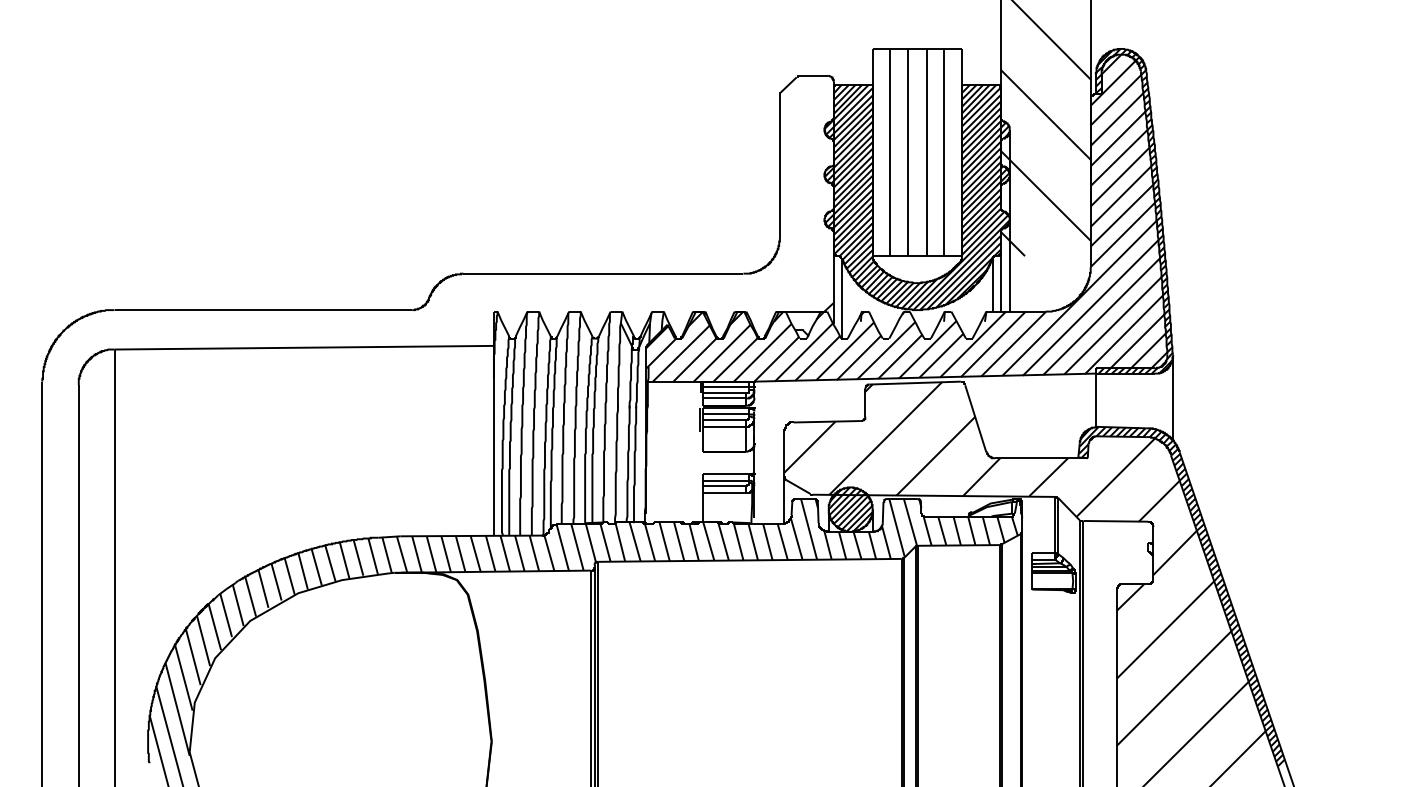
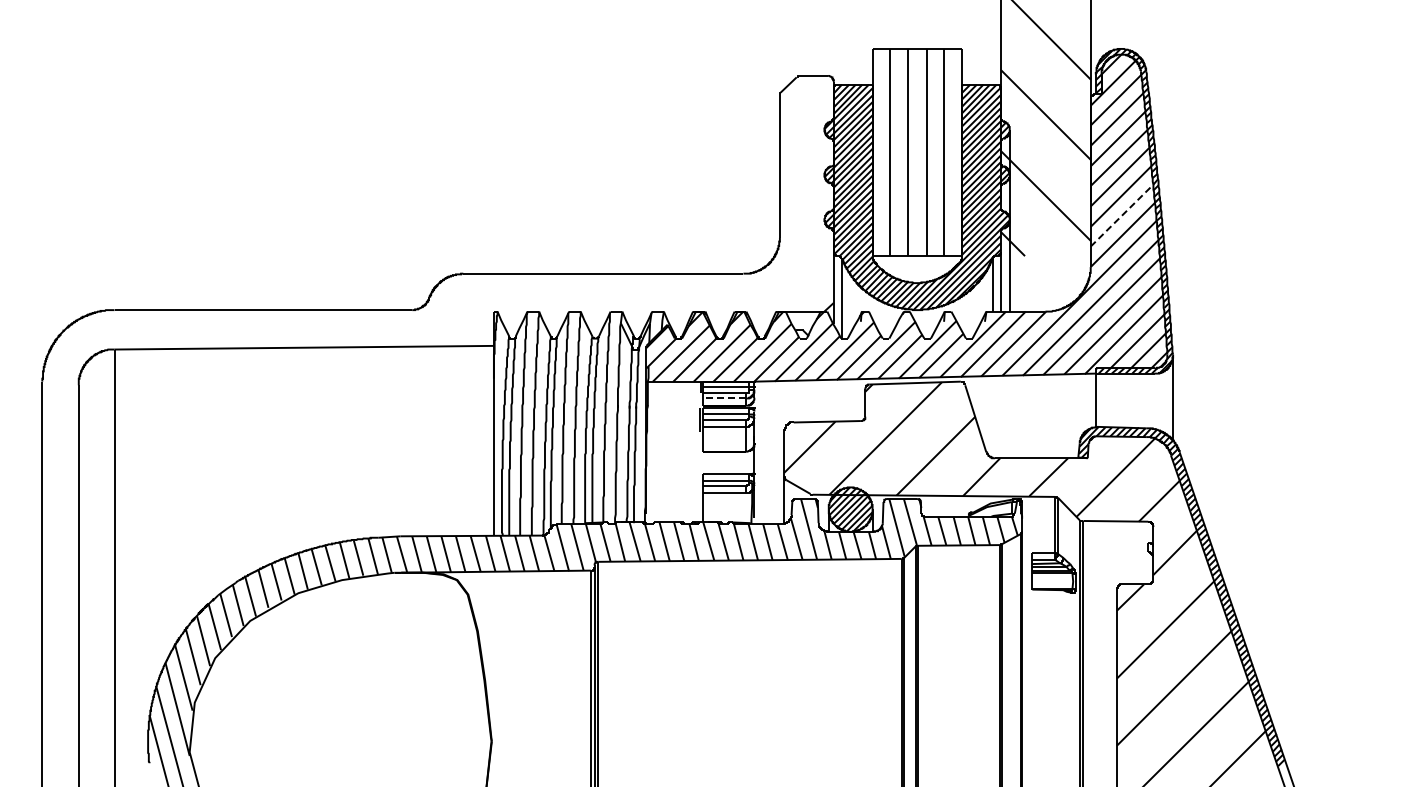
line at (1122, 215): solid -> dashed
line at (724, 398): solid -> dashed
